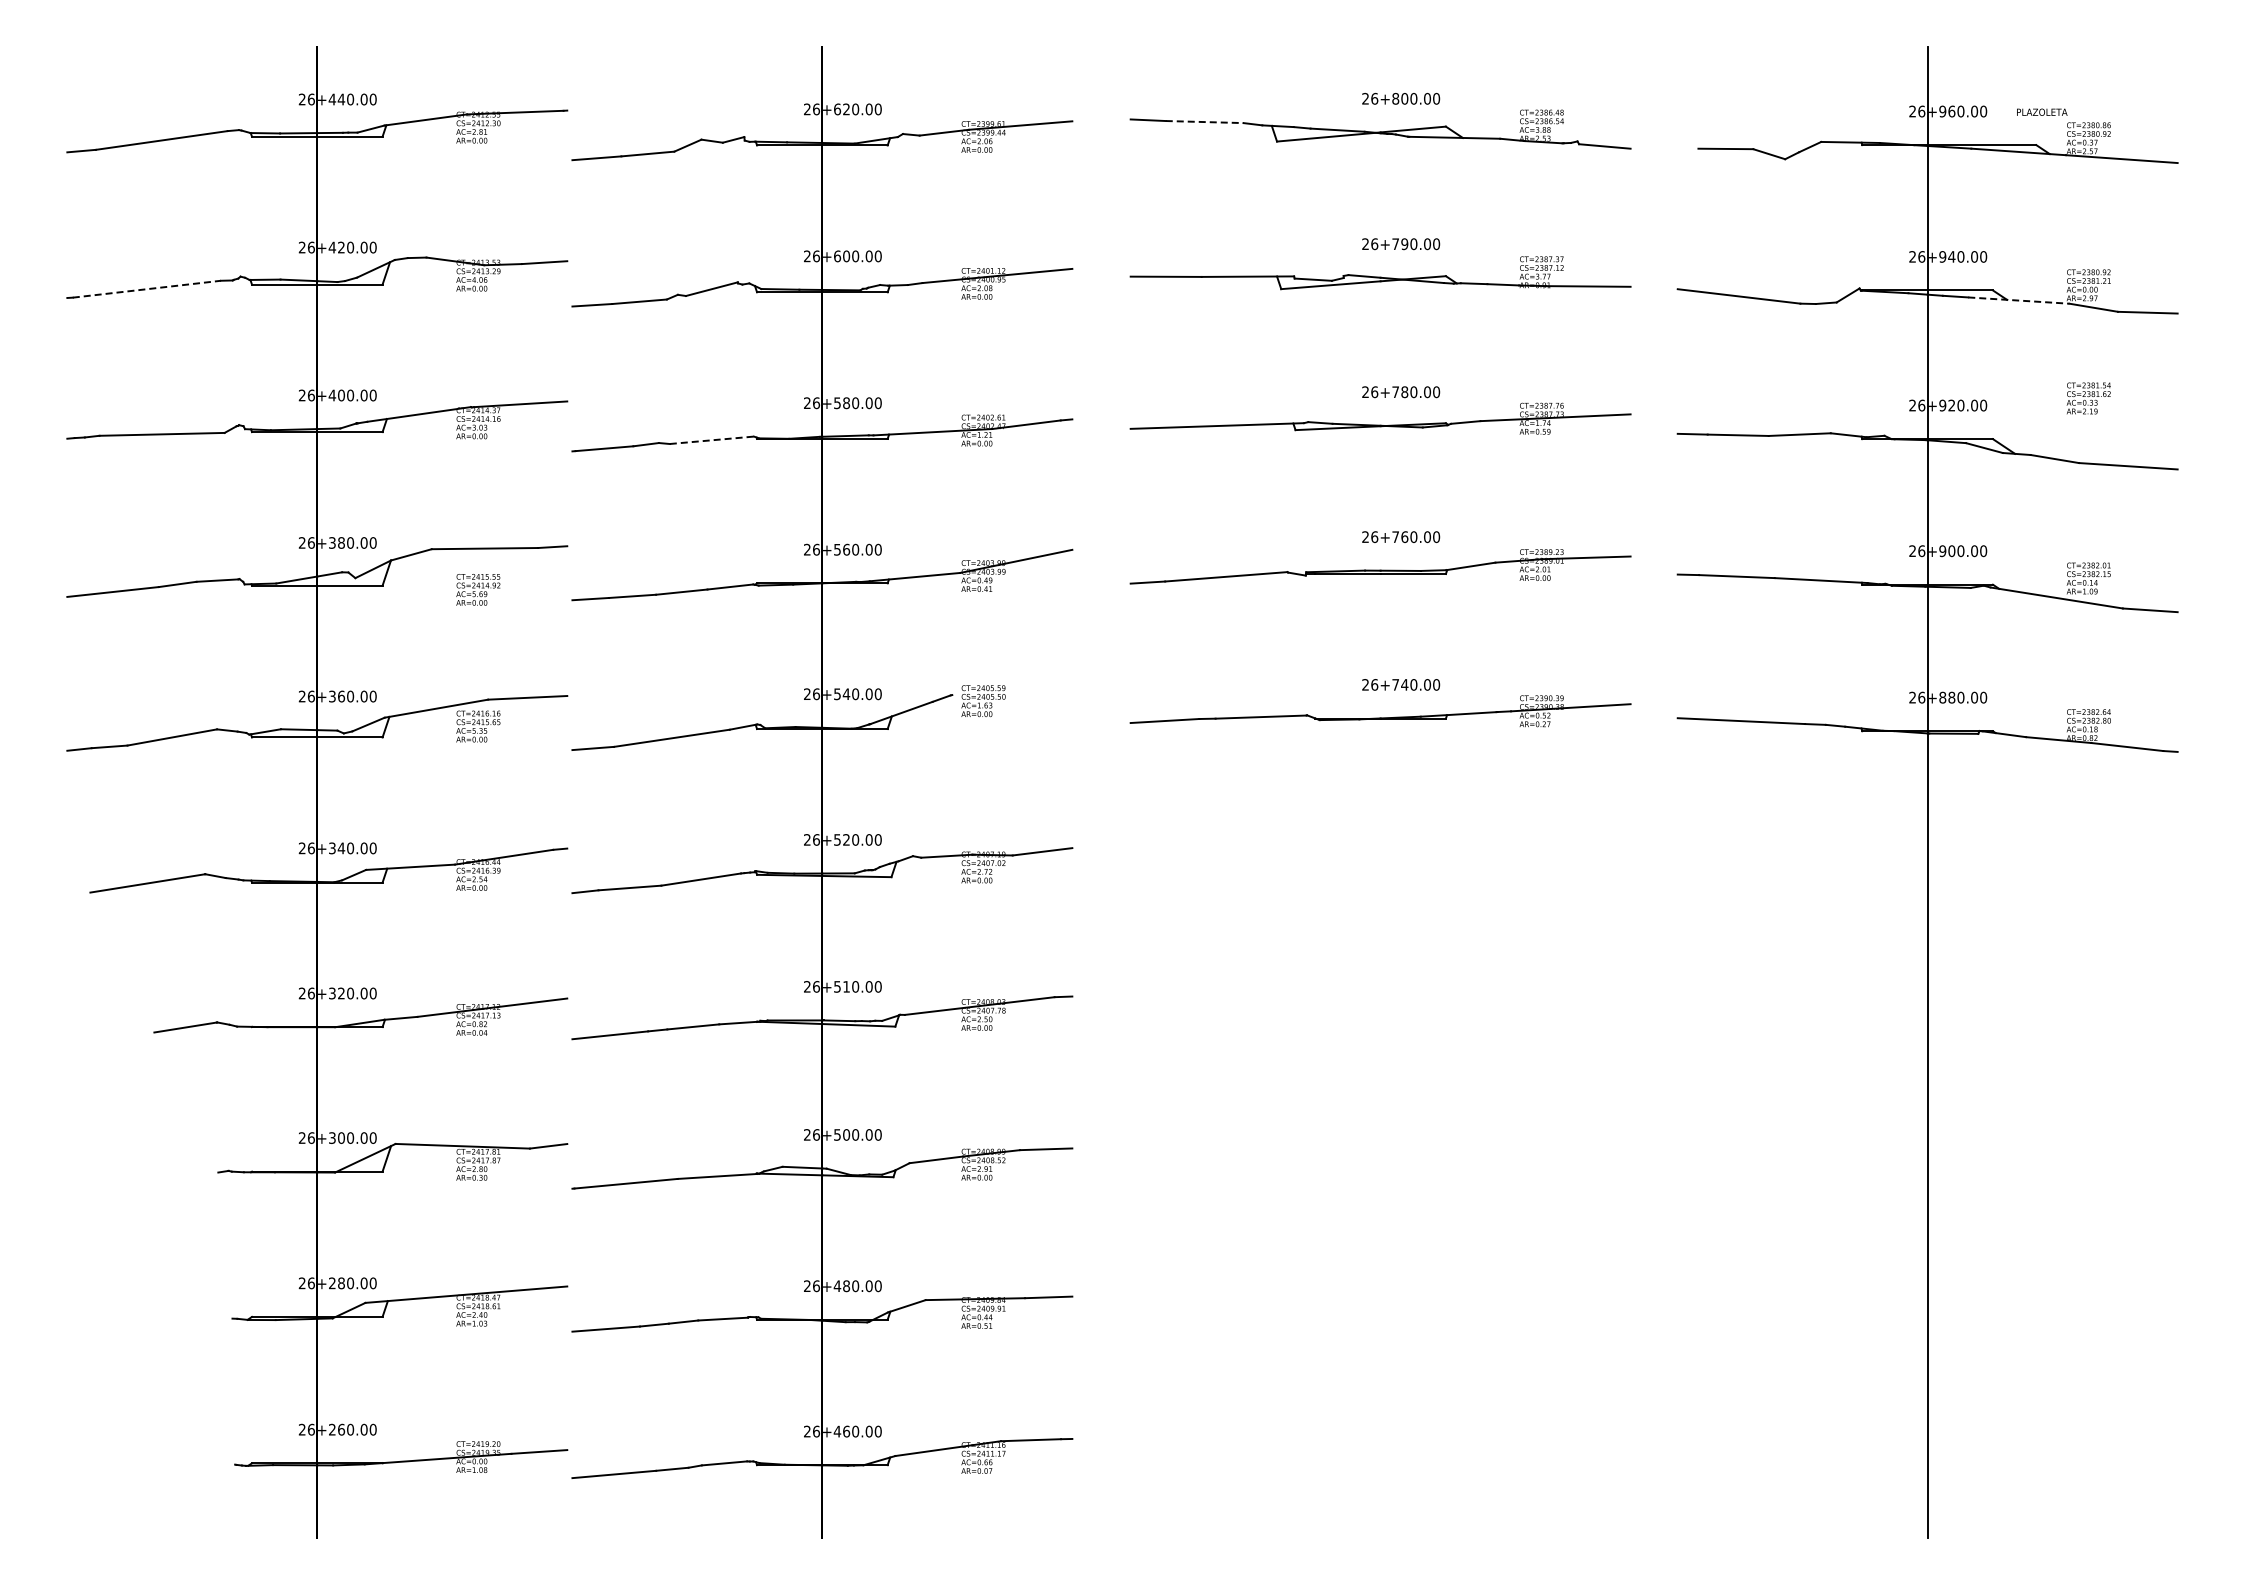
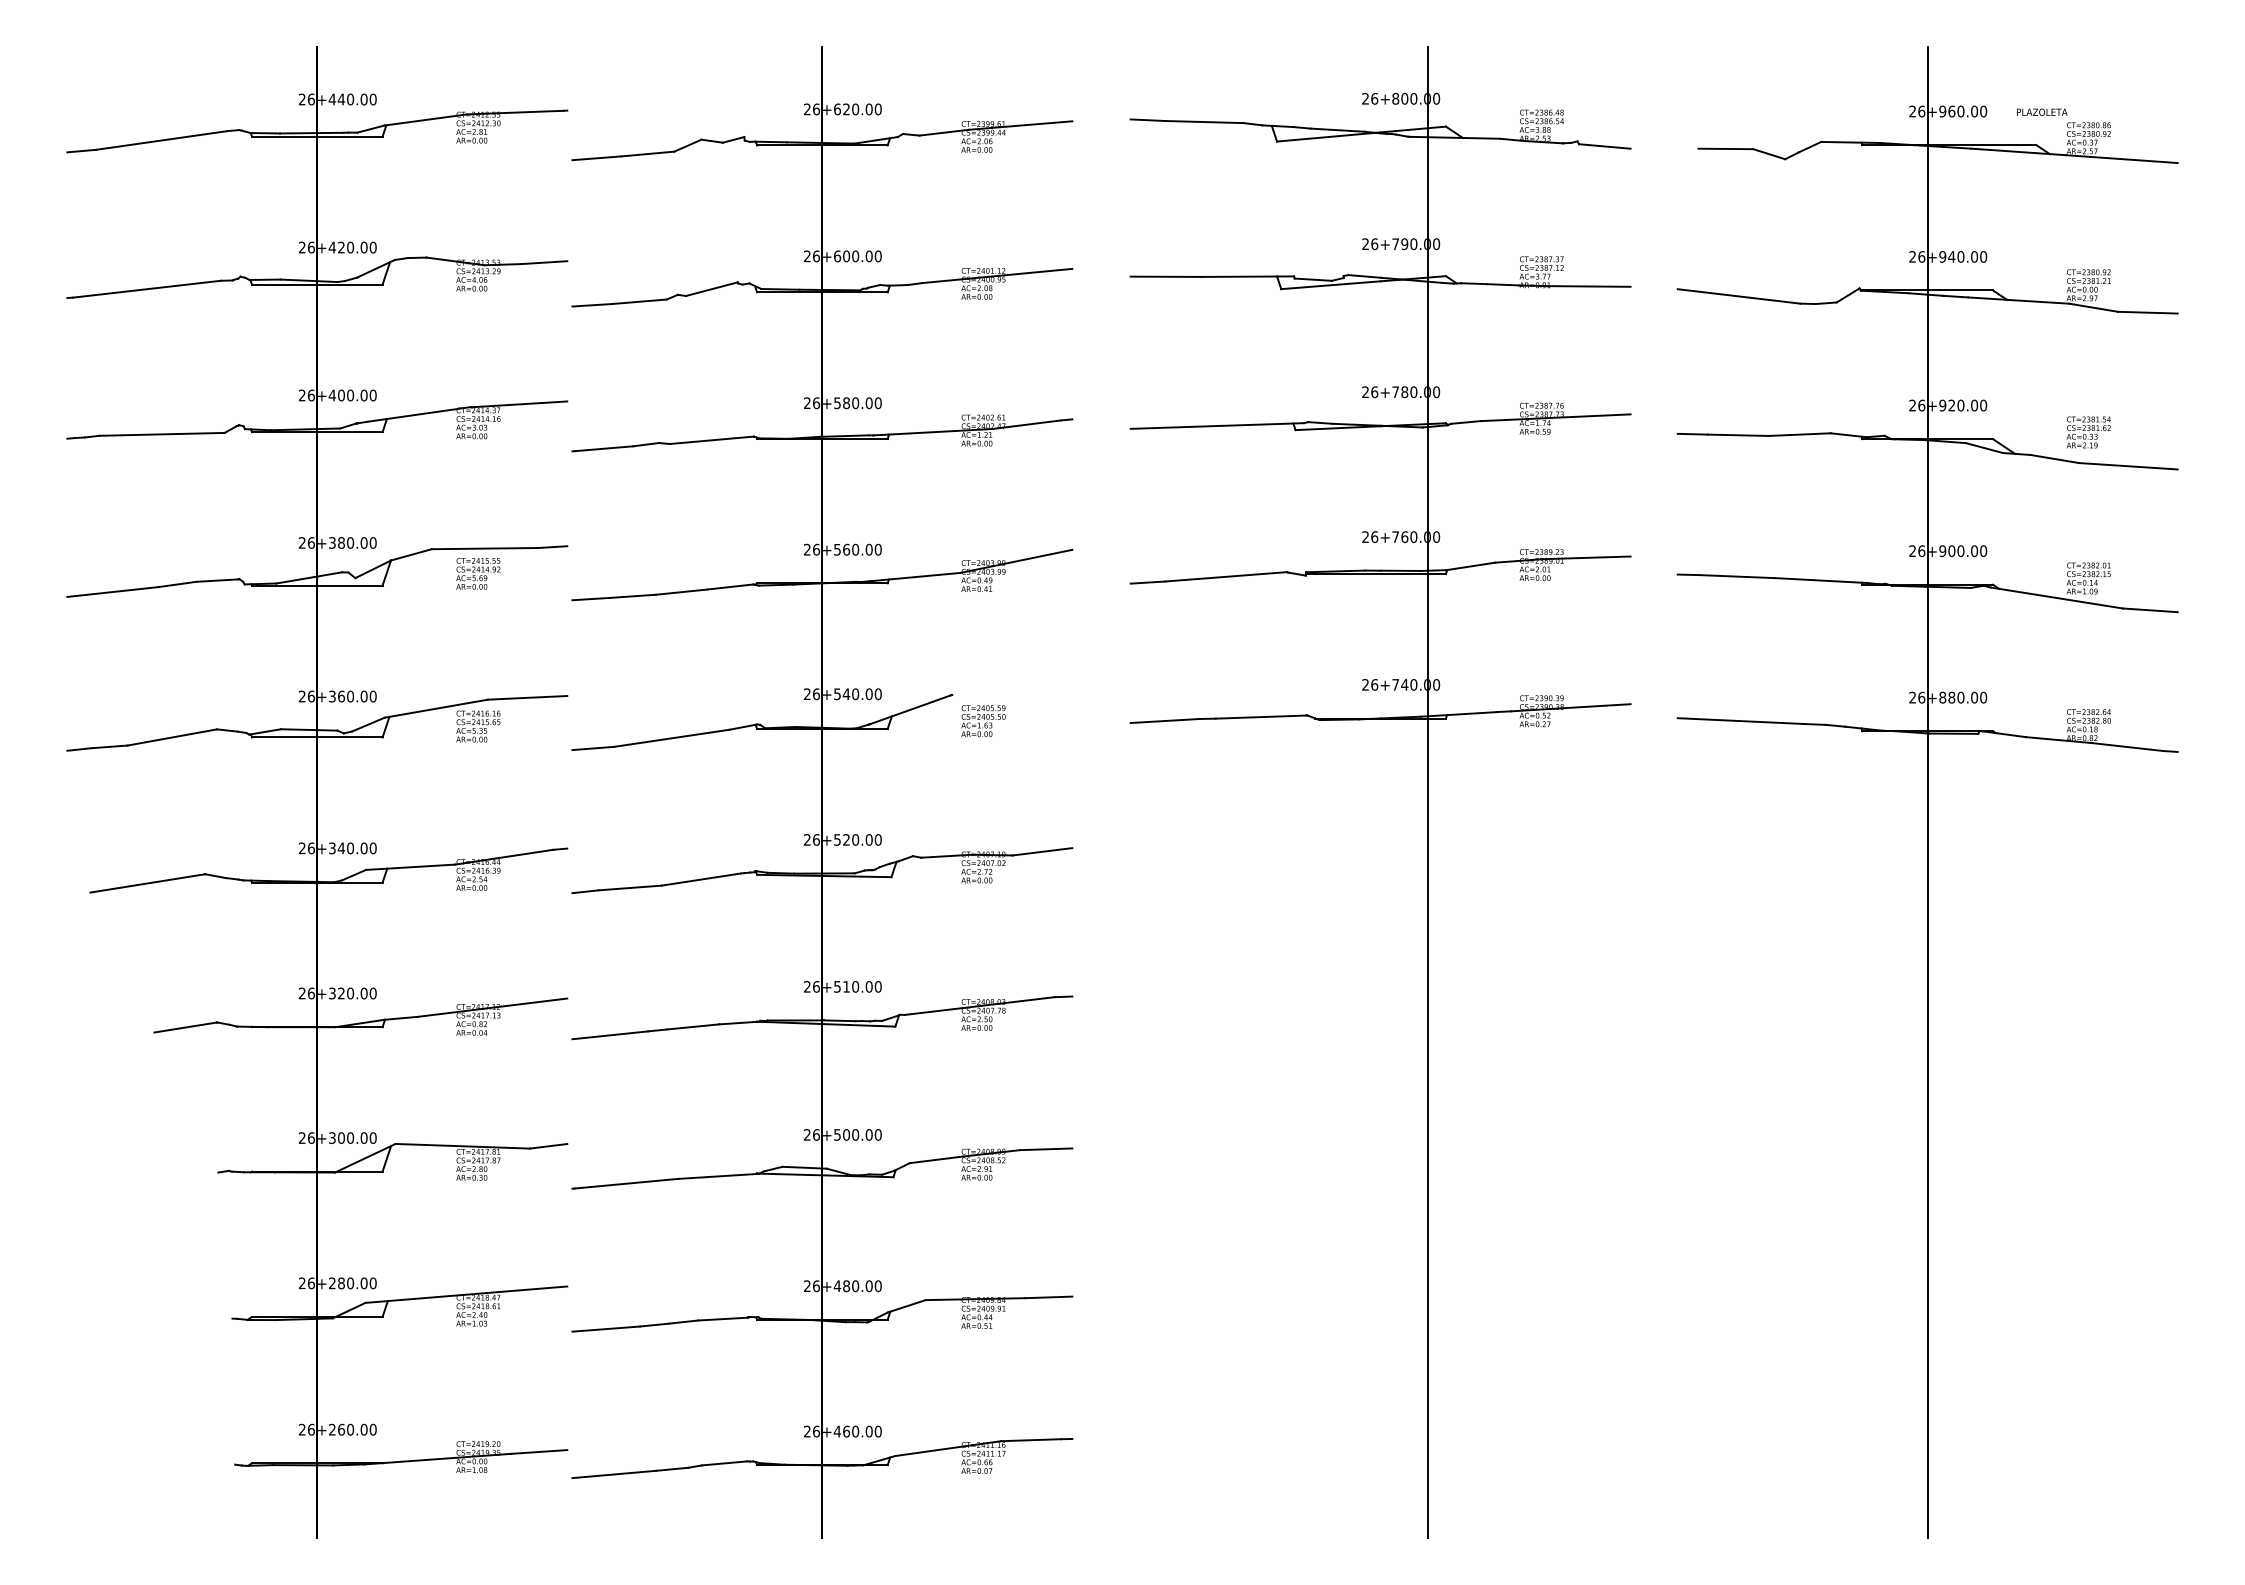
line at (1204, 122): dashed -> solid
line at (146, 289): dashed -> solid
line at (2018, 300): dashed -> solid
text at (2088, 398) position: (2088, 398) -> (2088, 432)
line at (712, 440): dashed -> solid
text at (478, 589) position: (478, 589) -> (478, 573)
text at (983, 701) position: (983, 701) -> (983, 721)
line at (1428, 792): none -> present
